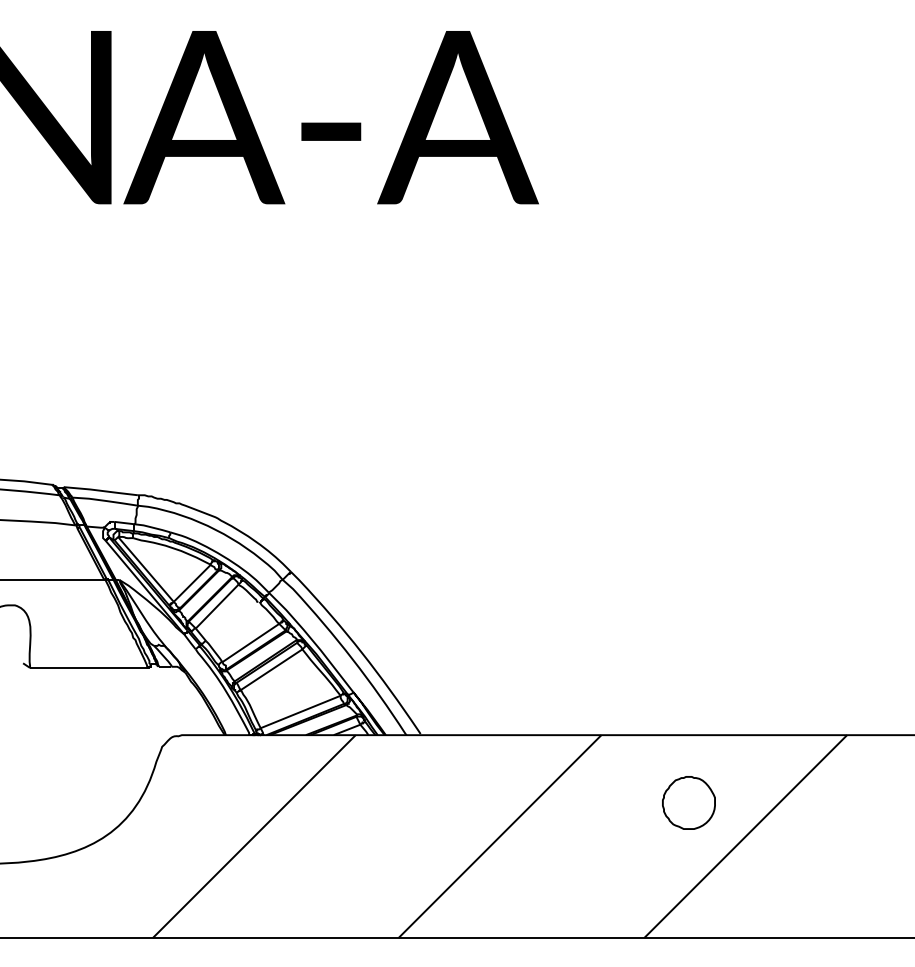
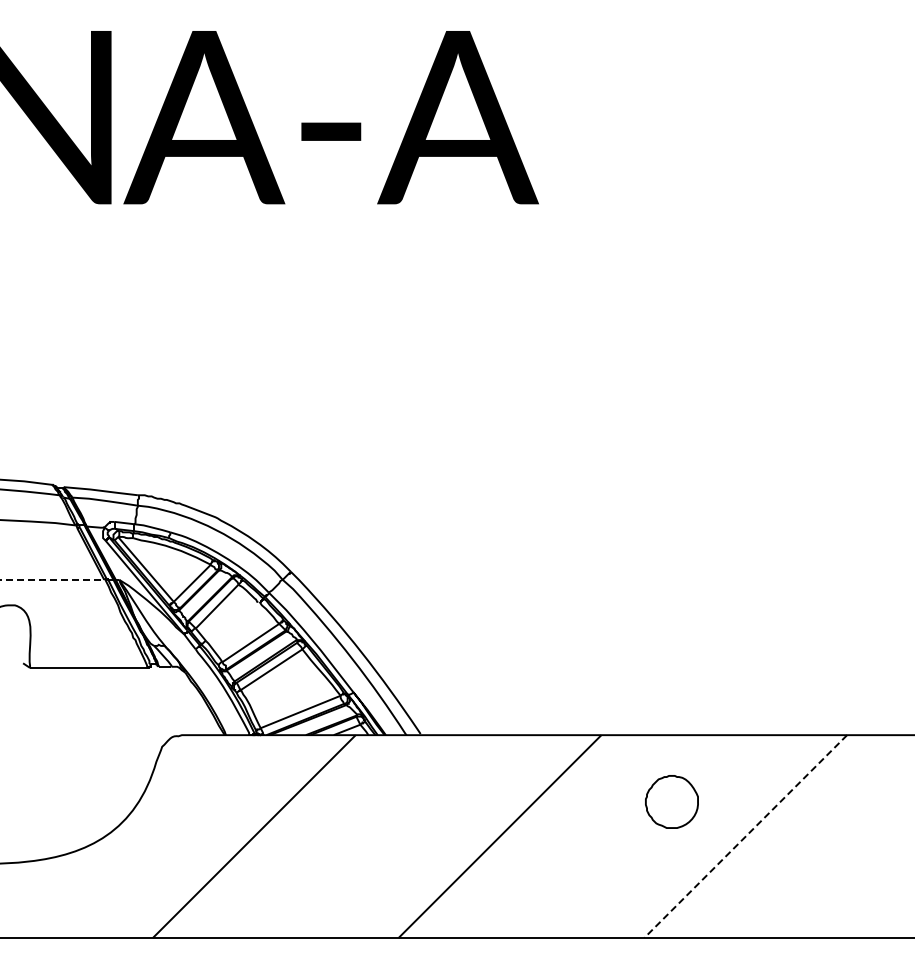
line at (54, 579): solid -> dashed
part at (688, 802) position: (688, 802) -> (671, 801)
line at (745, 836): solid -> dashed
